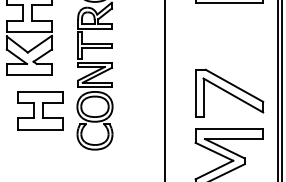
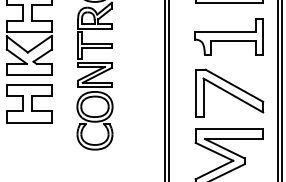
part at (228, 36): none -> present
line at (168, 90): none -> present
part at (40, 110) position: (40, 110) -> (29, 103)
